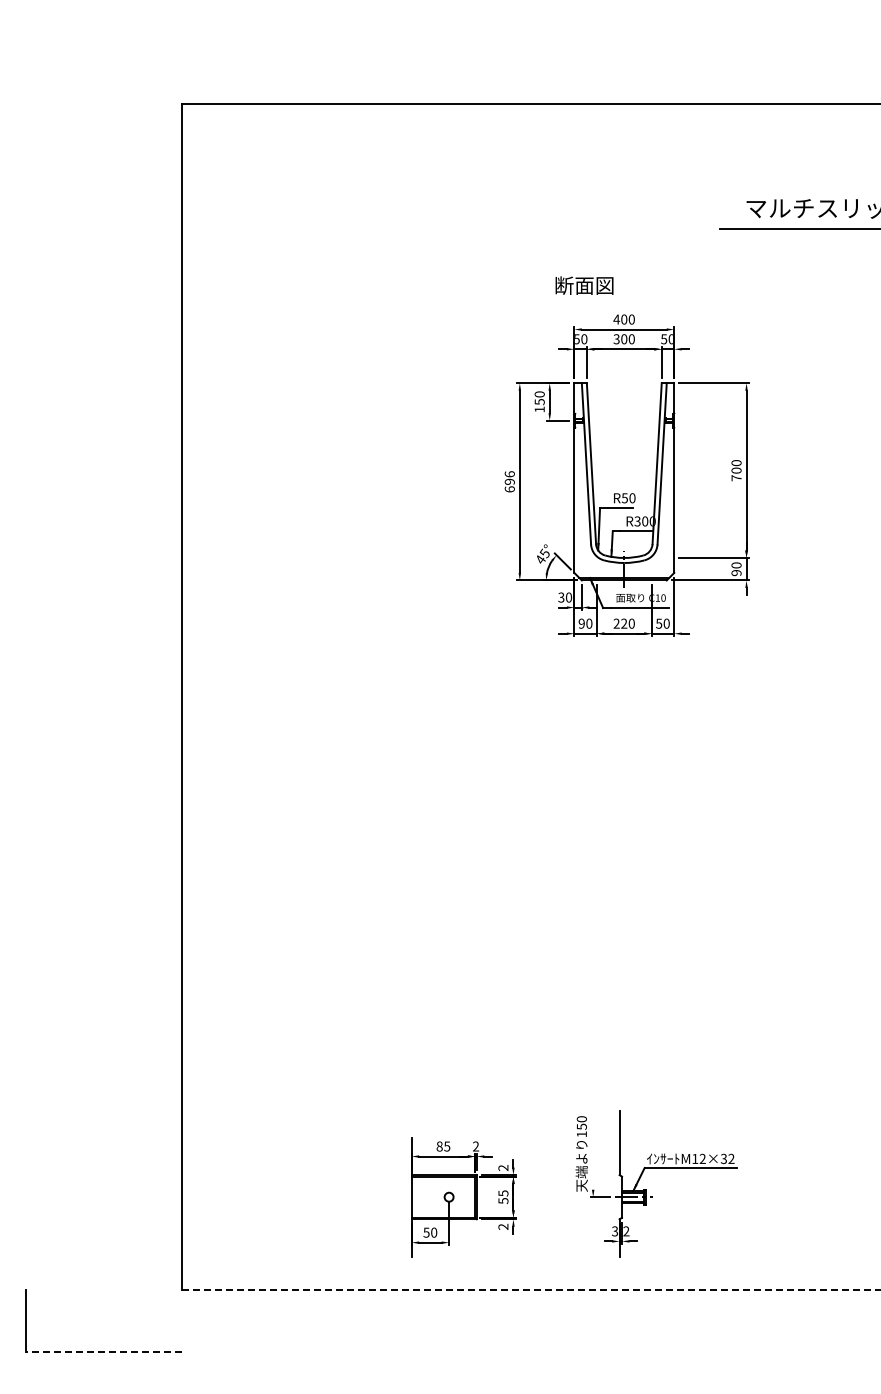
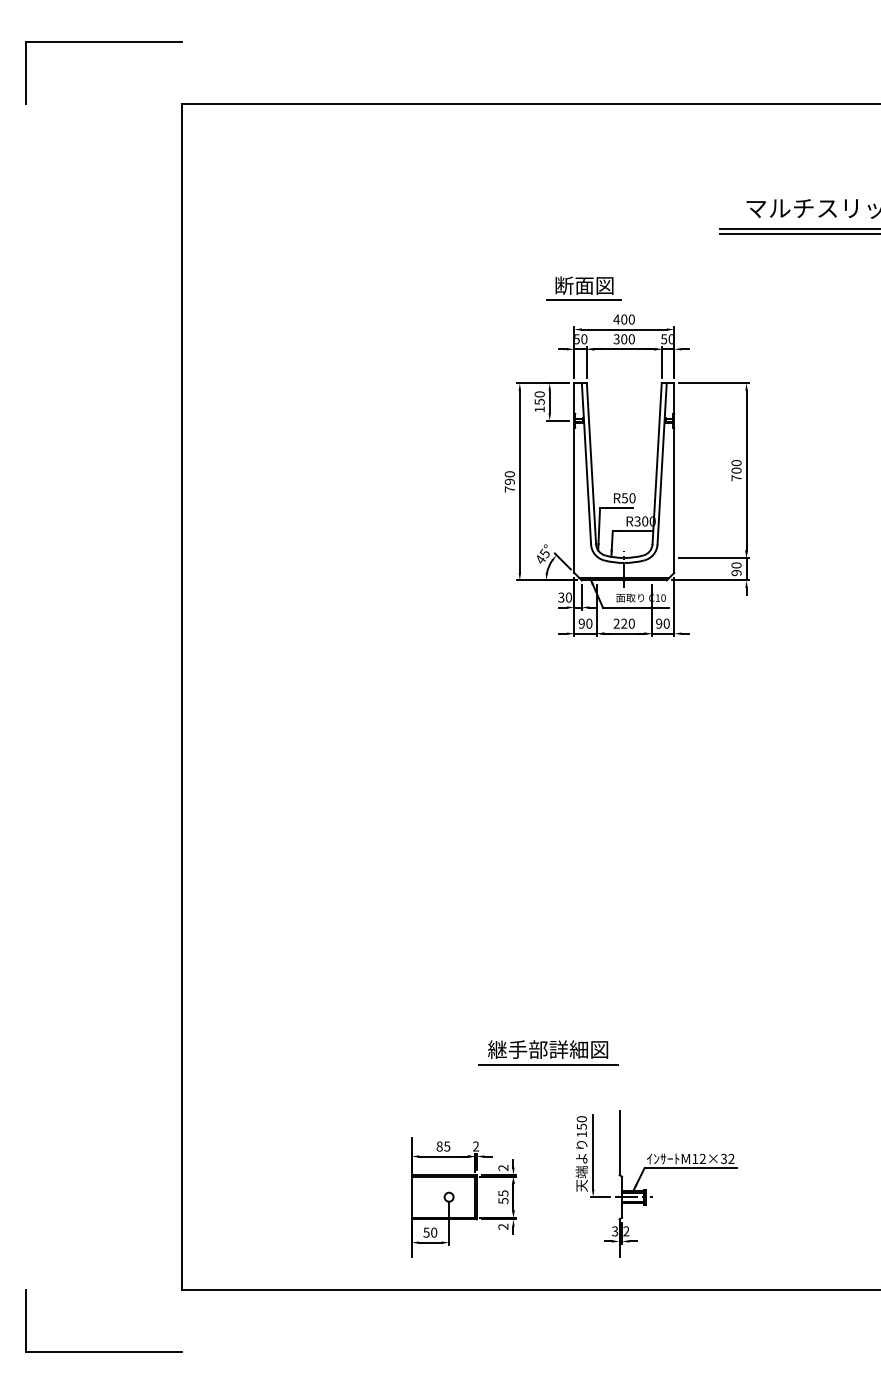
part at (103, 42): none -> present
line at (798, 234): none -> present
line at (583, 300): none -> present
text at (509, 481): 696 -> 790
text at (659, 623): 50 -> 90
part at (548, 1052): none -> present
line at (593, 1151): none -> present
line at (531, 1289): dashed -> solid
line at (104, 1352): dashed -> solid
